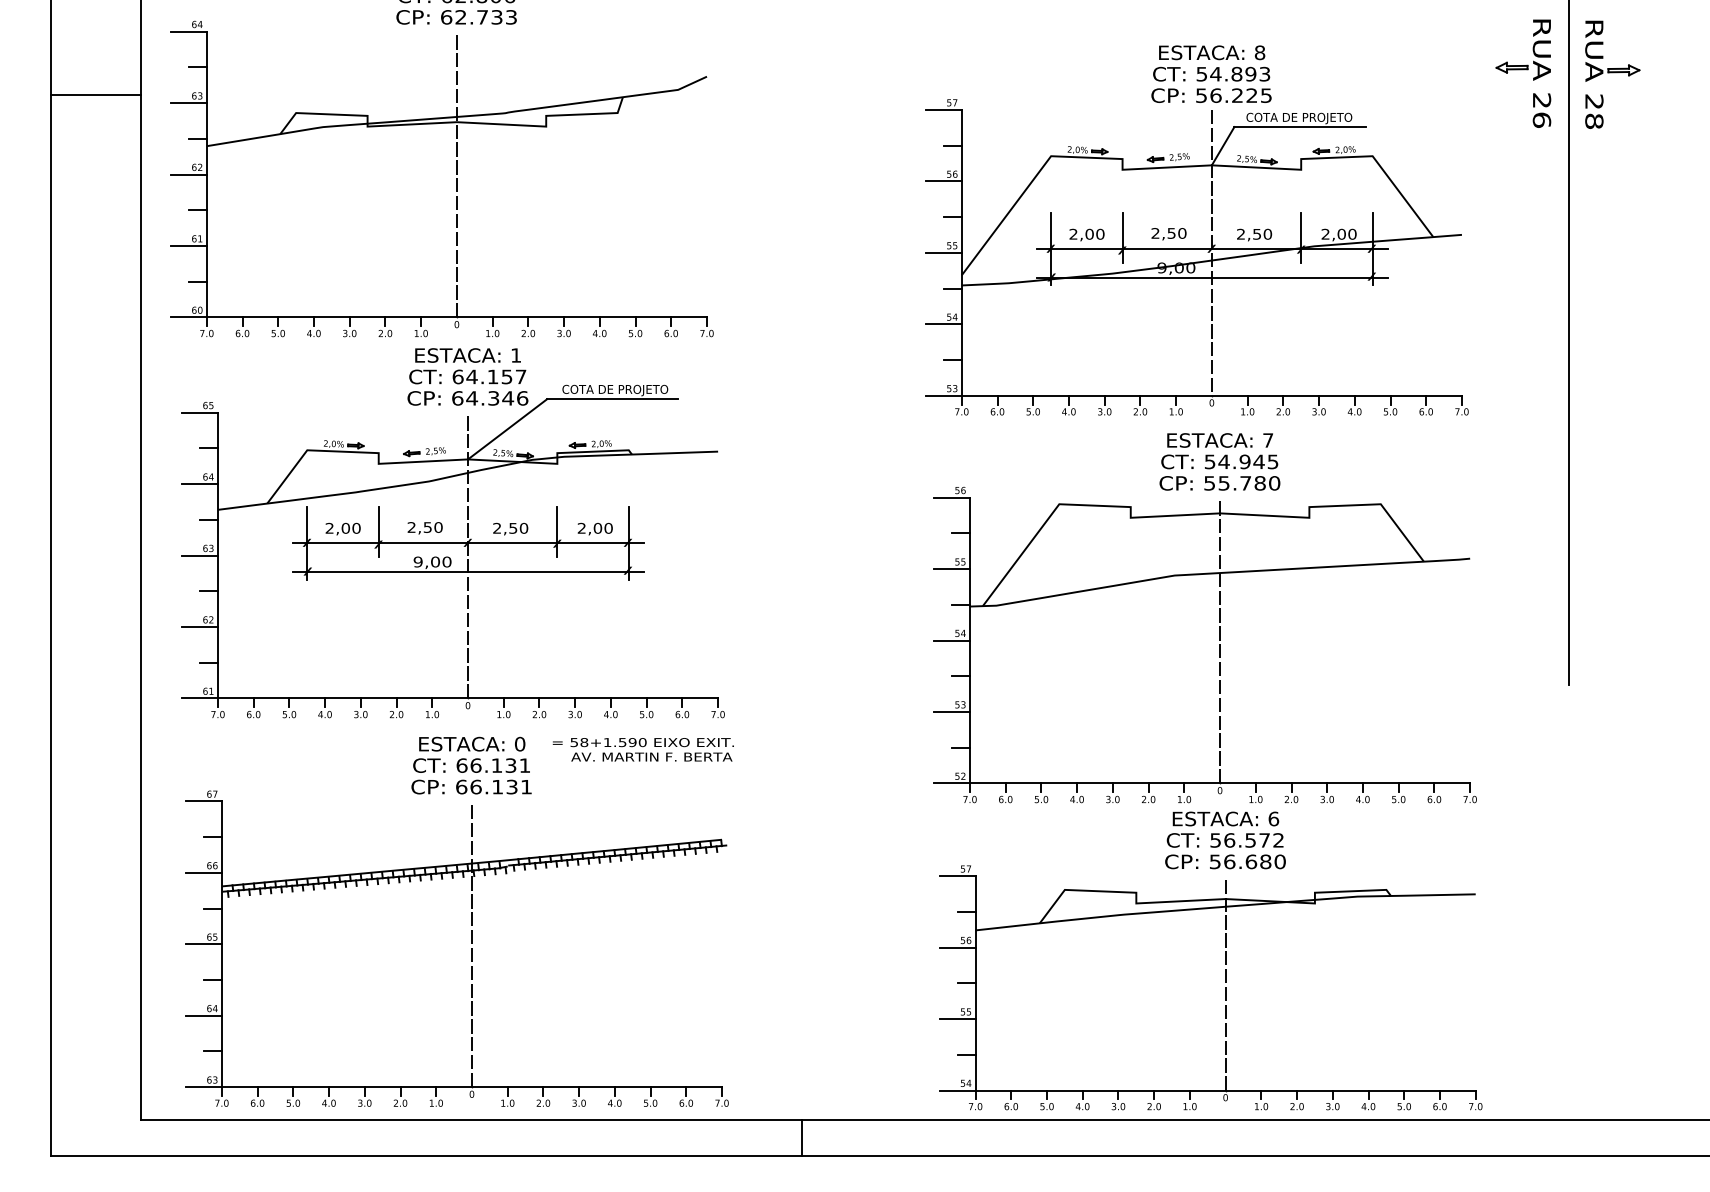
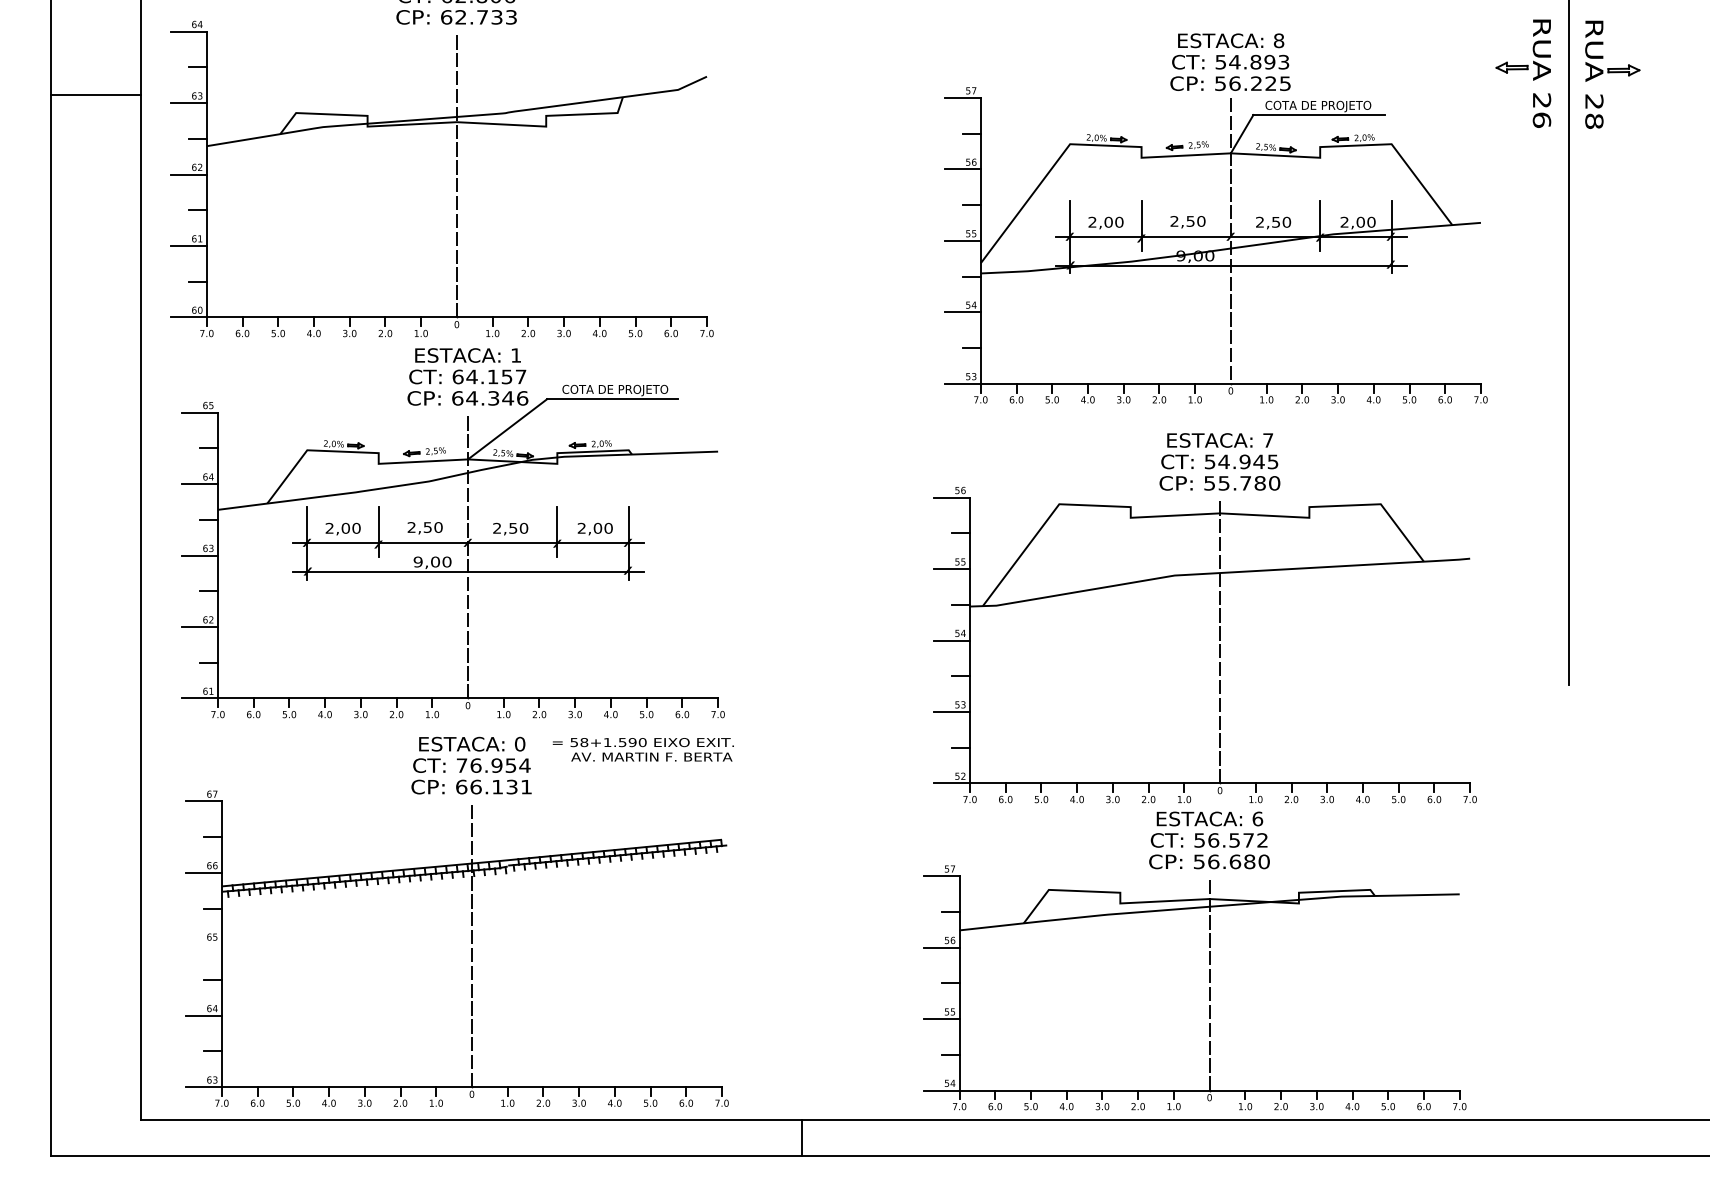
part at (1196, 230) position: (1196, 230) -> (1215, 218)
text at (493, 765): 66.131 -> 76.954
line at (203, 944): present -> none
part at (1225, 960) position: (1225, 960) -> (1209, 960)
